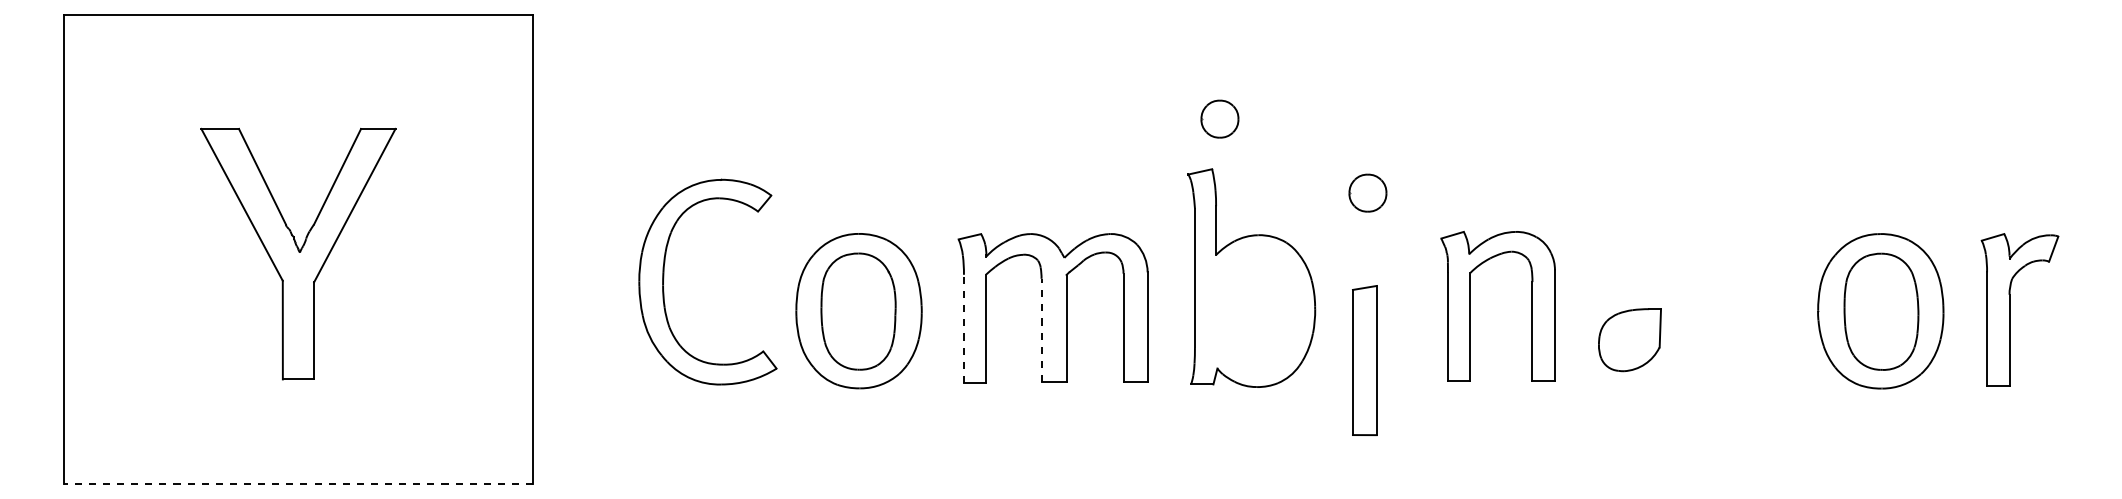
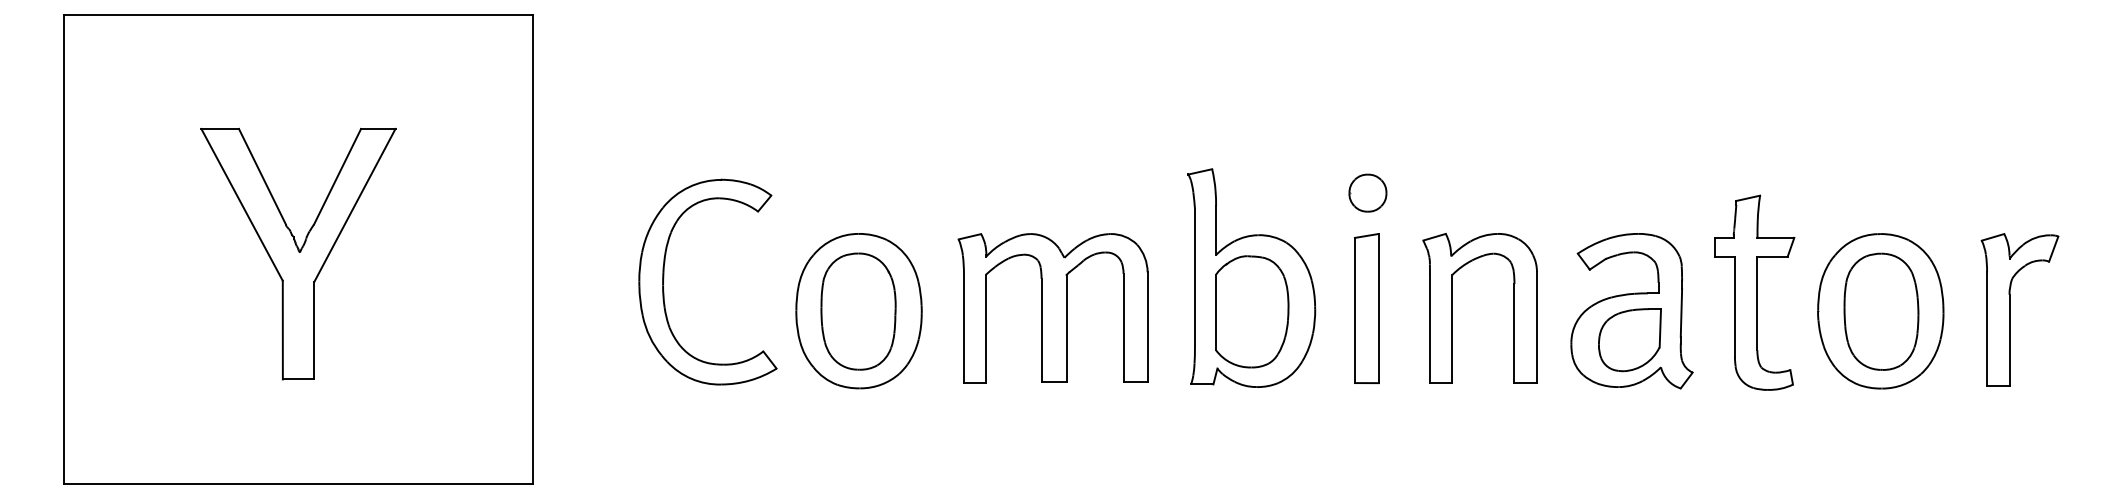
part at (1219, 118): present -> none
part at (1754, 292): none -> present
part at (1470, 306) position: (1470, 306) -> (1452, 308)
part at (1252, 311): none -> present
part at (1631, 311): none -> present
line at (963, 328): dashed -> solid
line at (1041, 330): dashed -> solid
part at (1364, 360) position: (1364, 360) -> (1366, 308)
line at (298, 484): dashed -> solid
